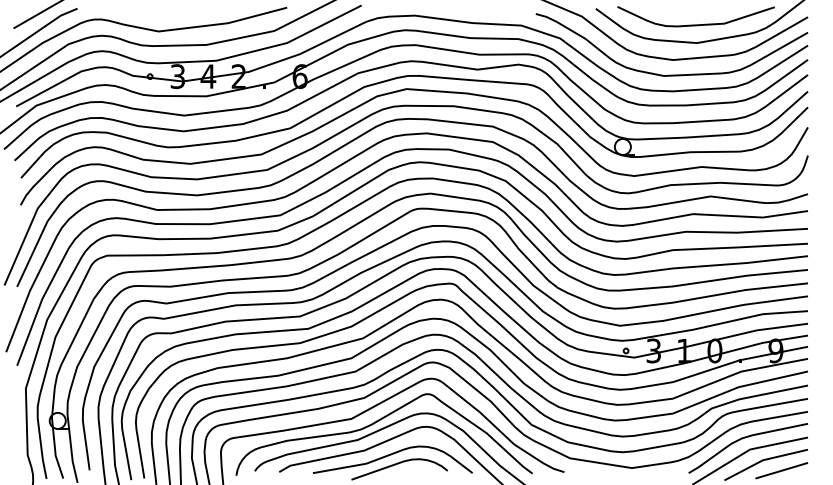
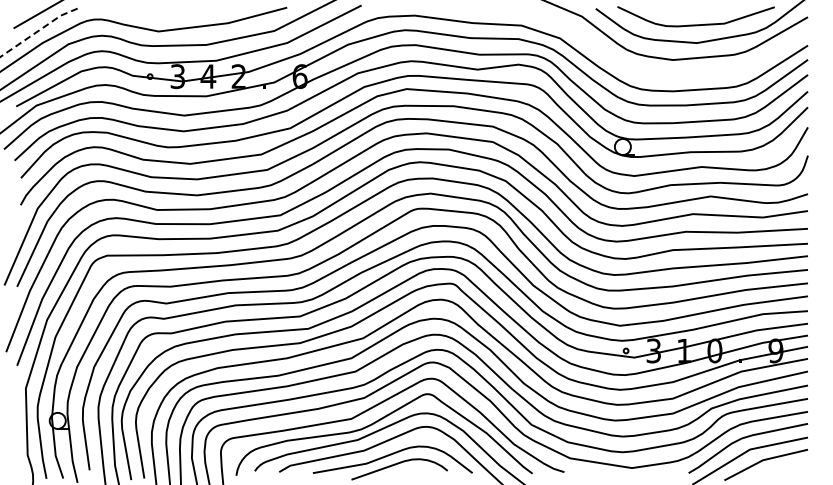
line at (38, 30): solid -> dashed
curve at (671, 74): present -> none
line at (781, 470): present -> none
